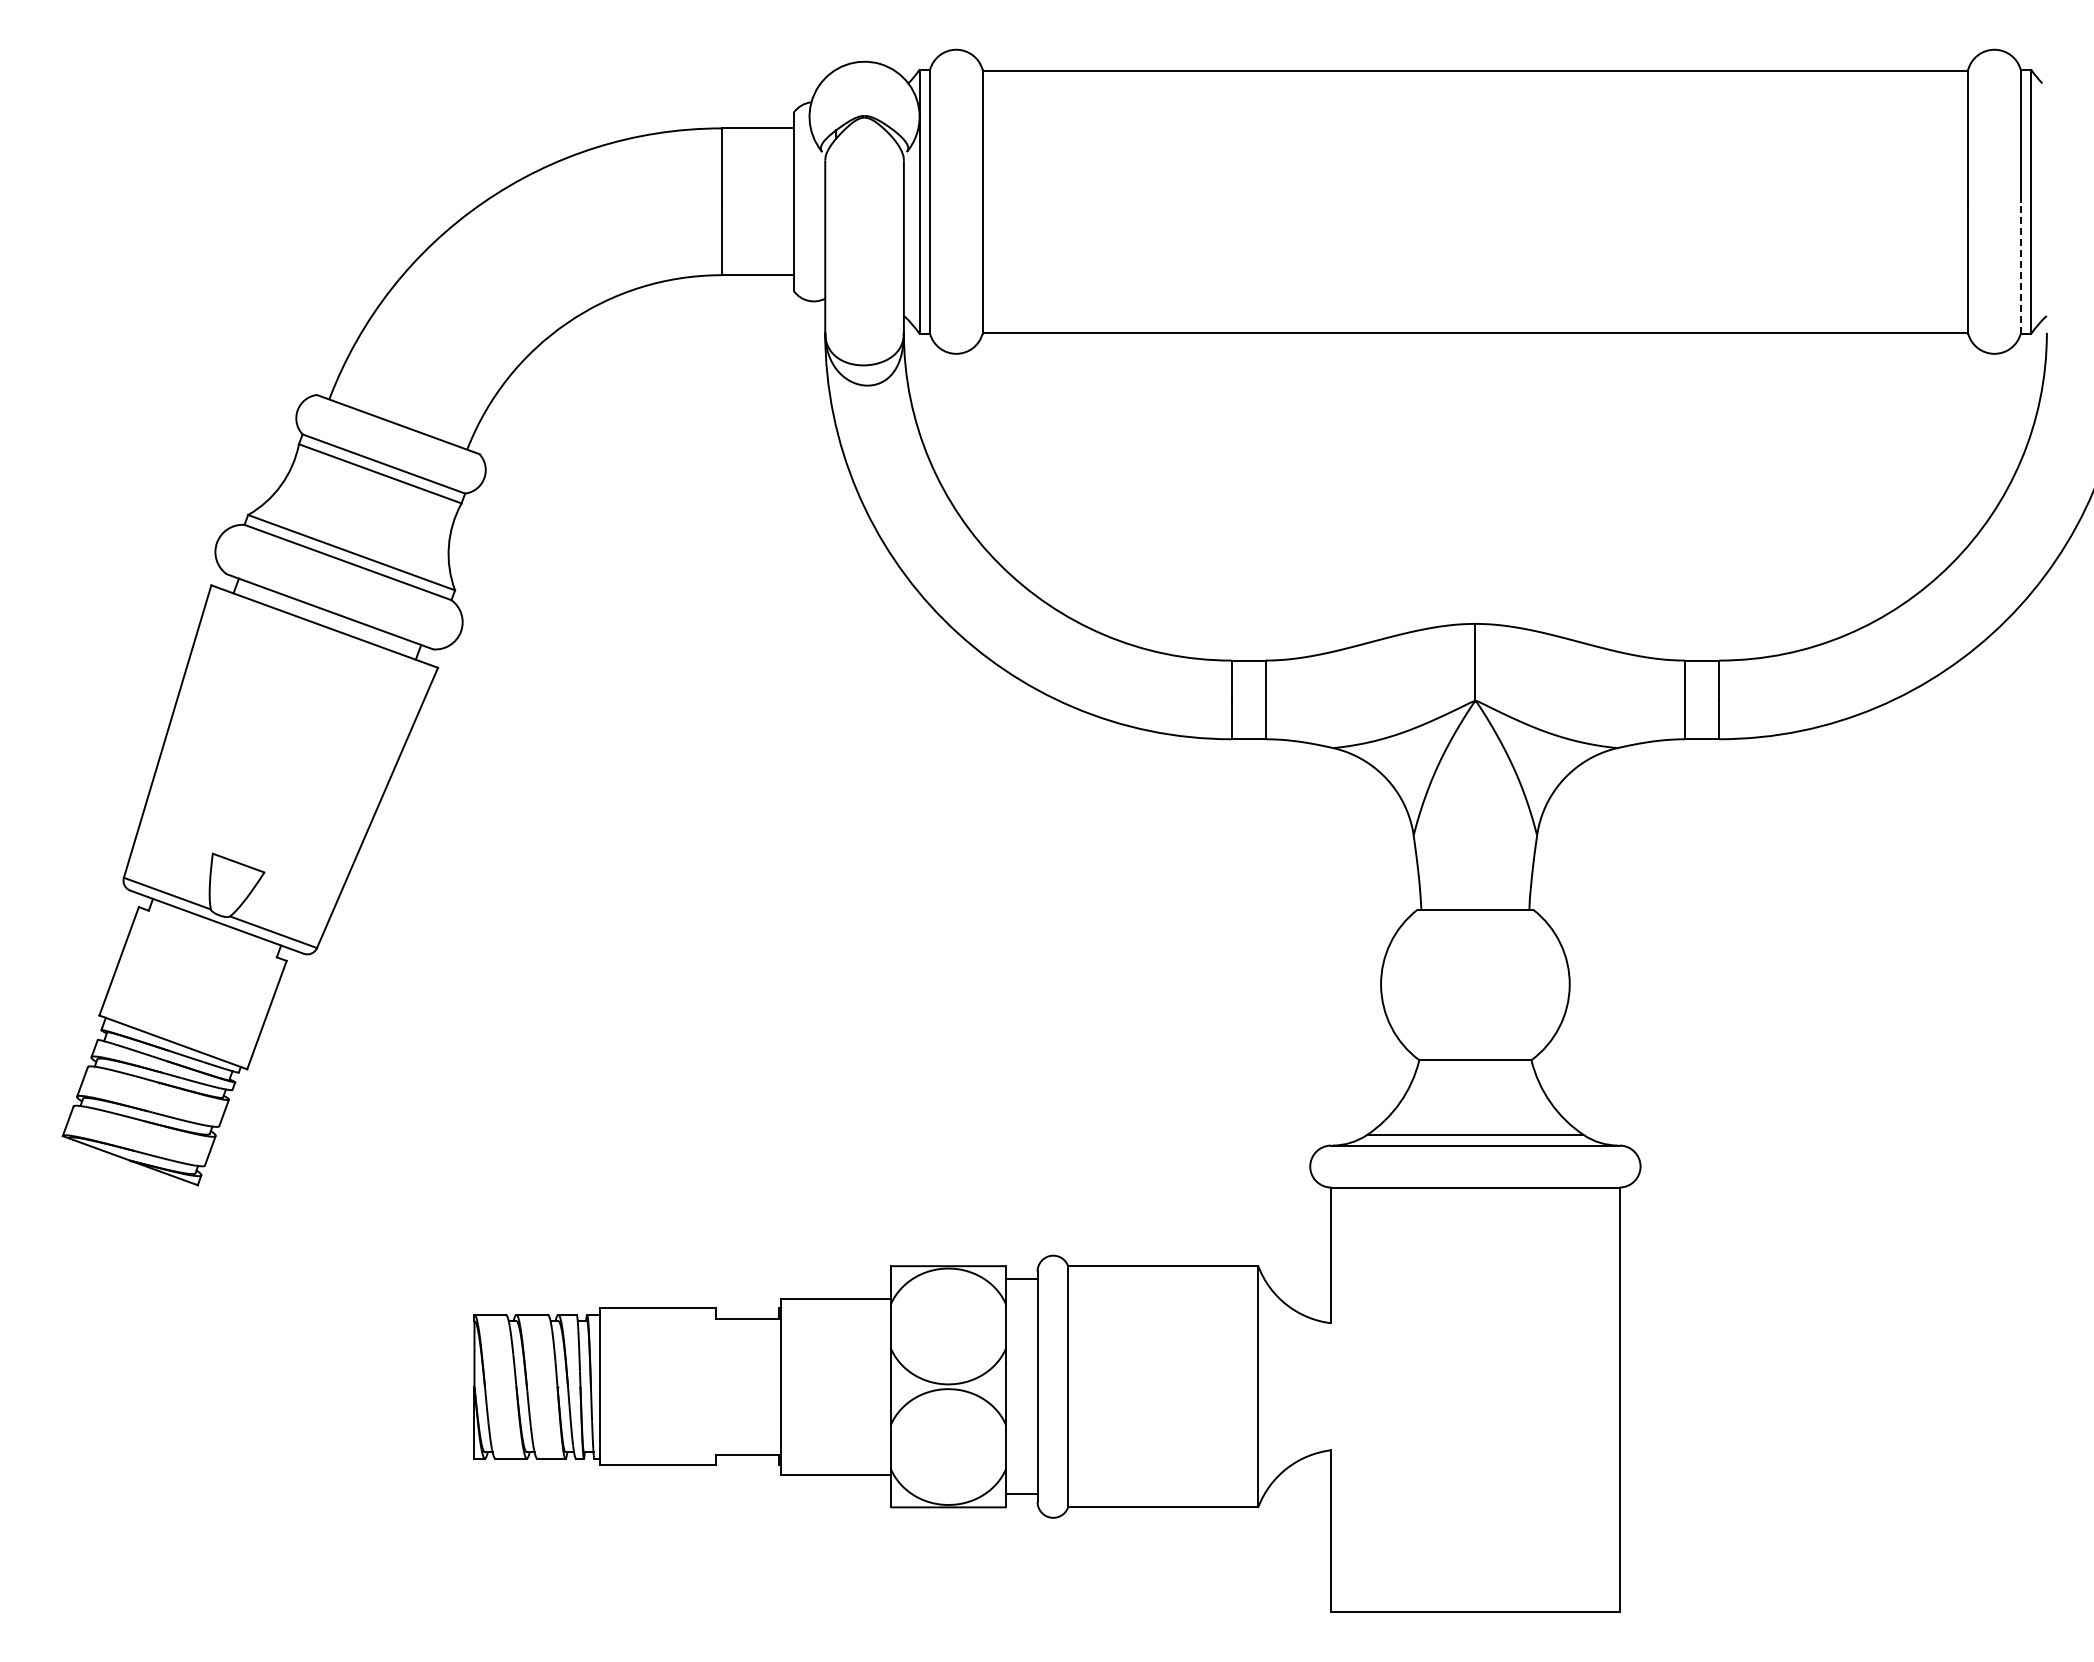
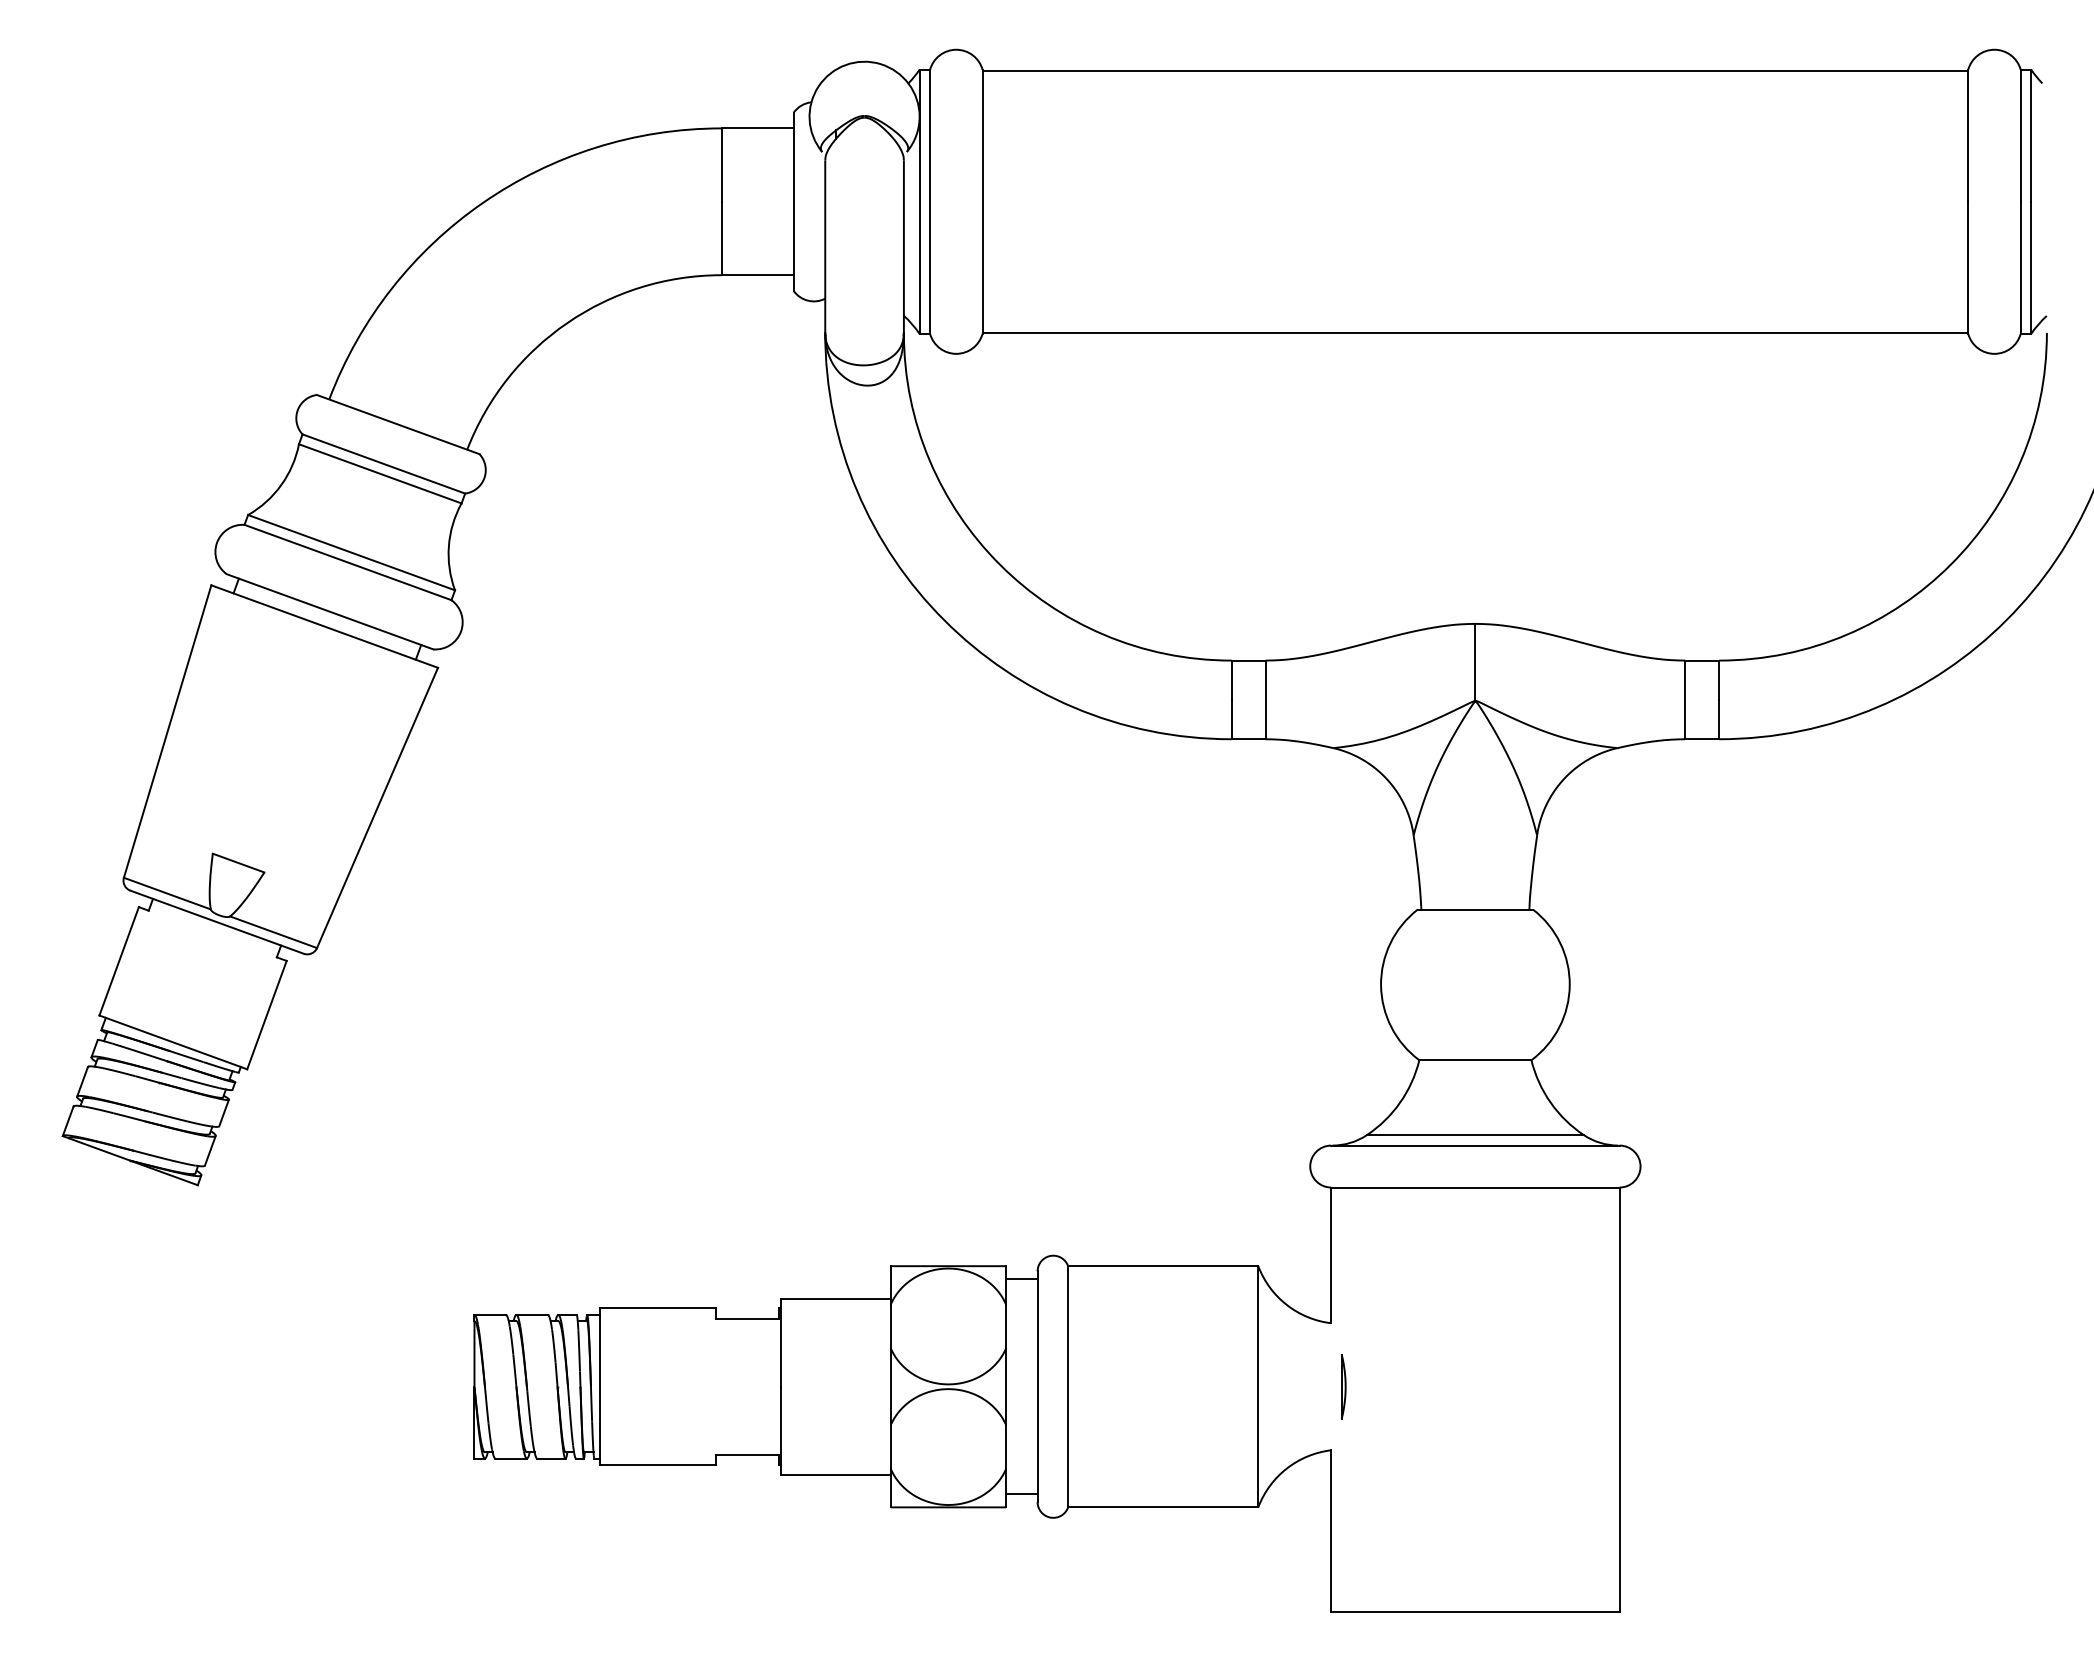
line at (2020, 267): dashed -> solid
part at (1343, 1386): none -> present
